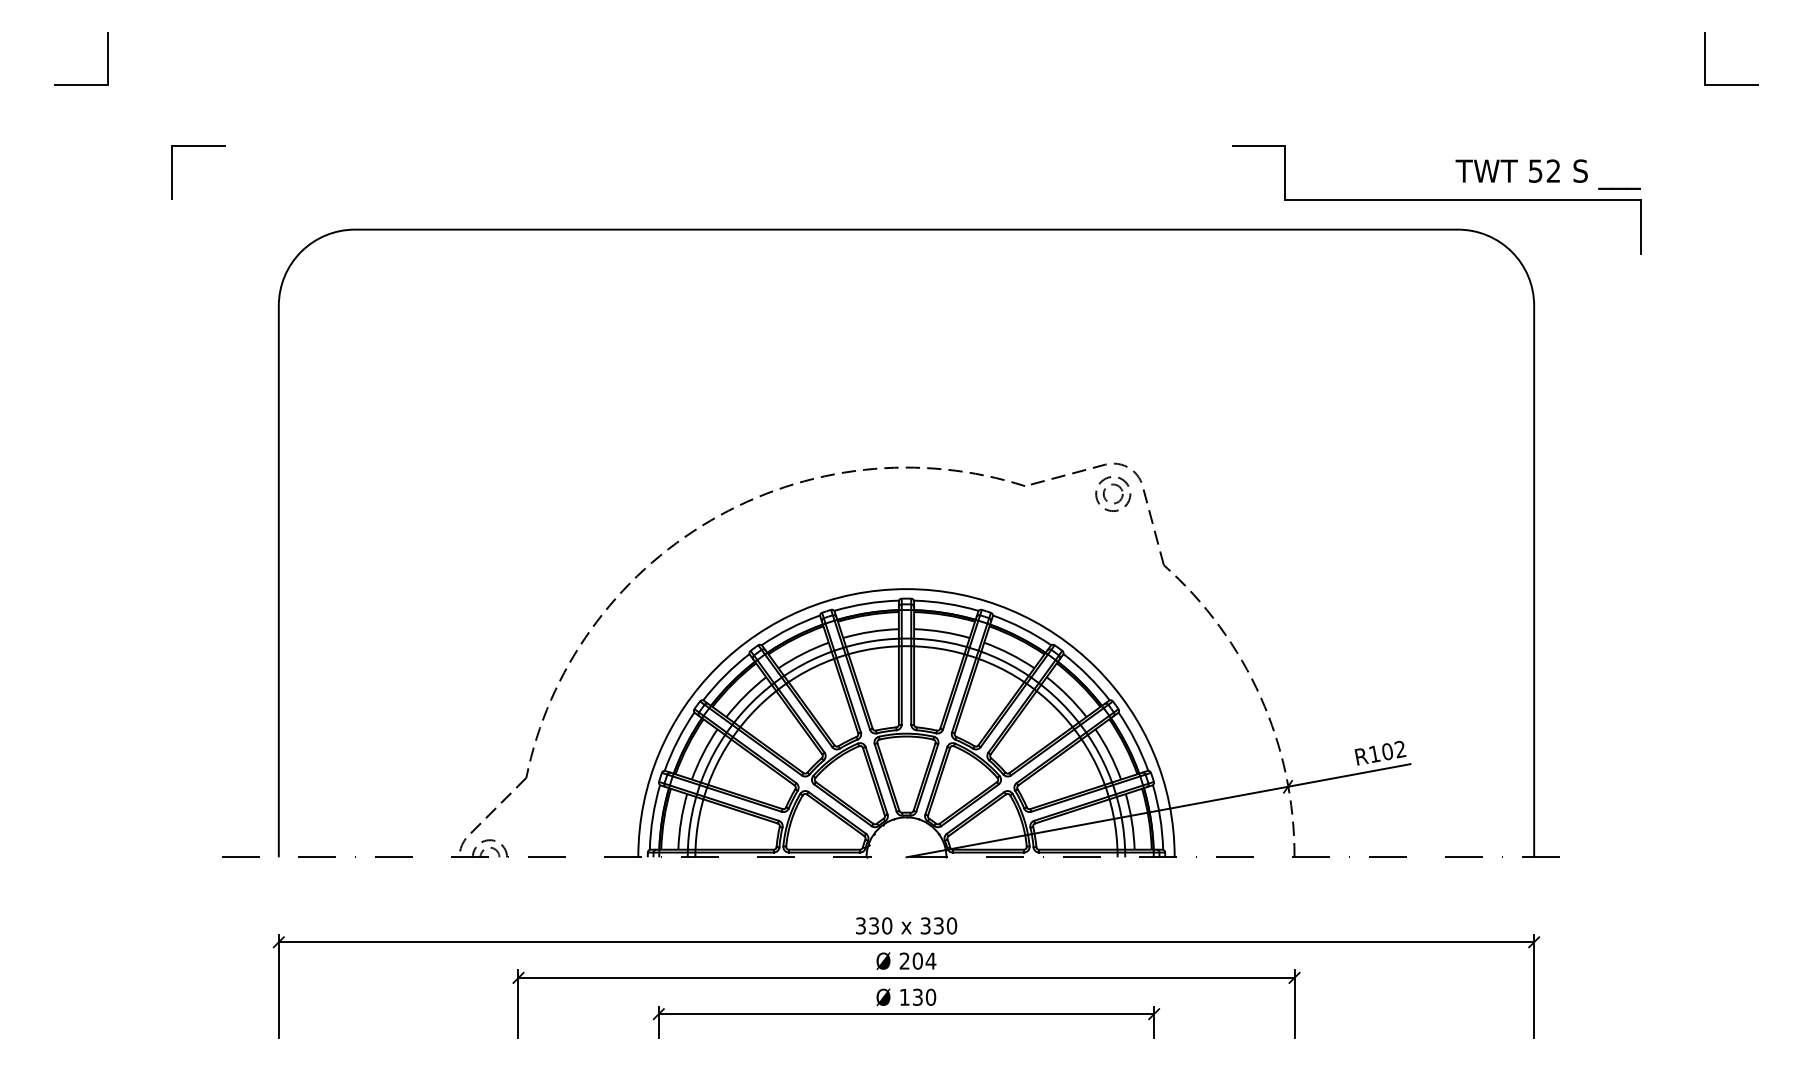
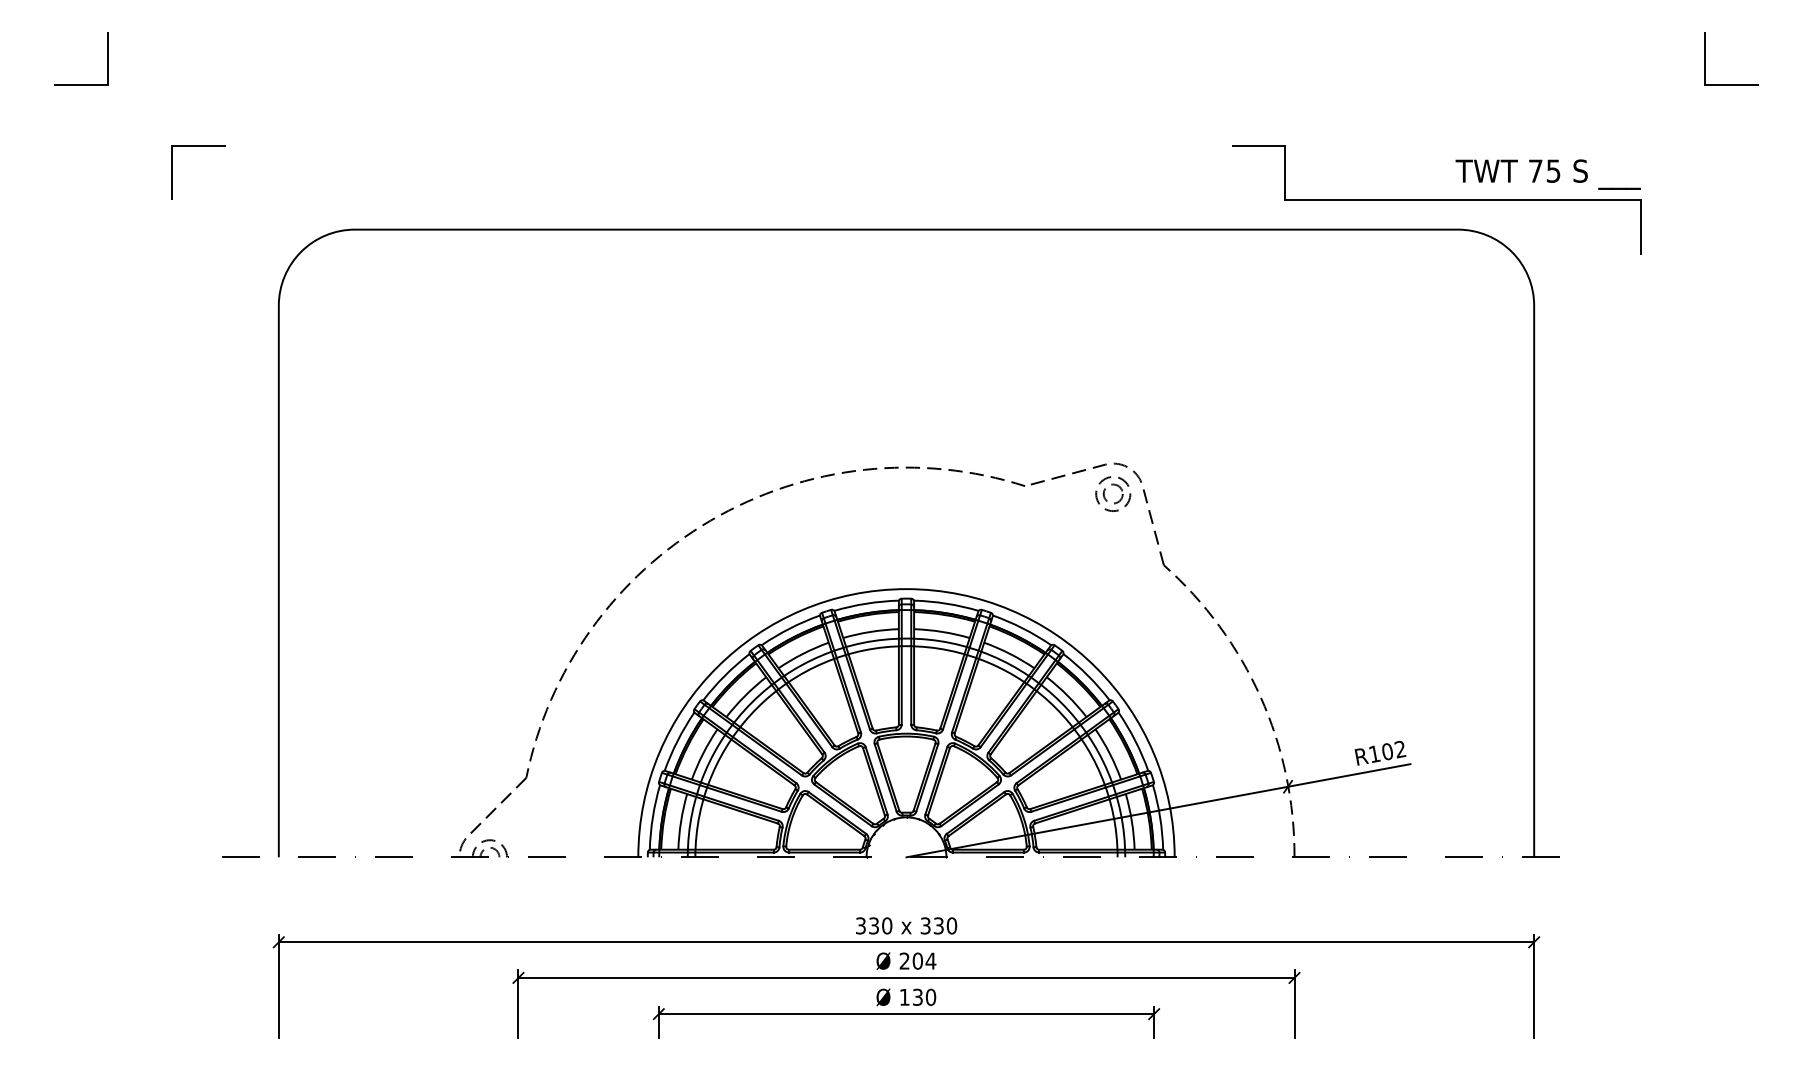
text at (1544, 170): 52 -> 75
